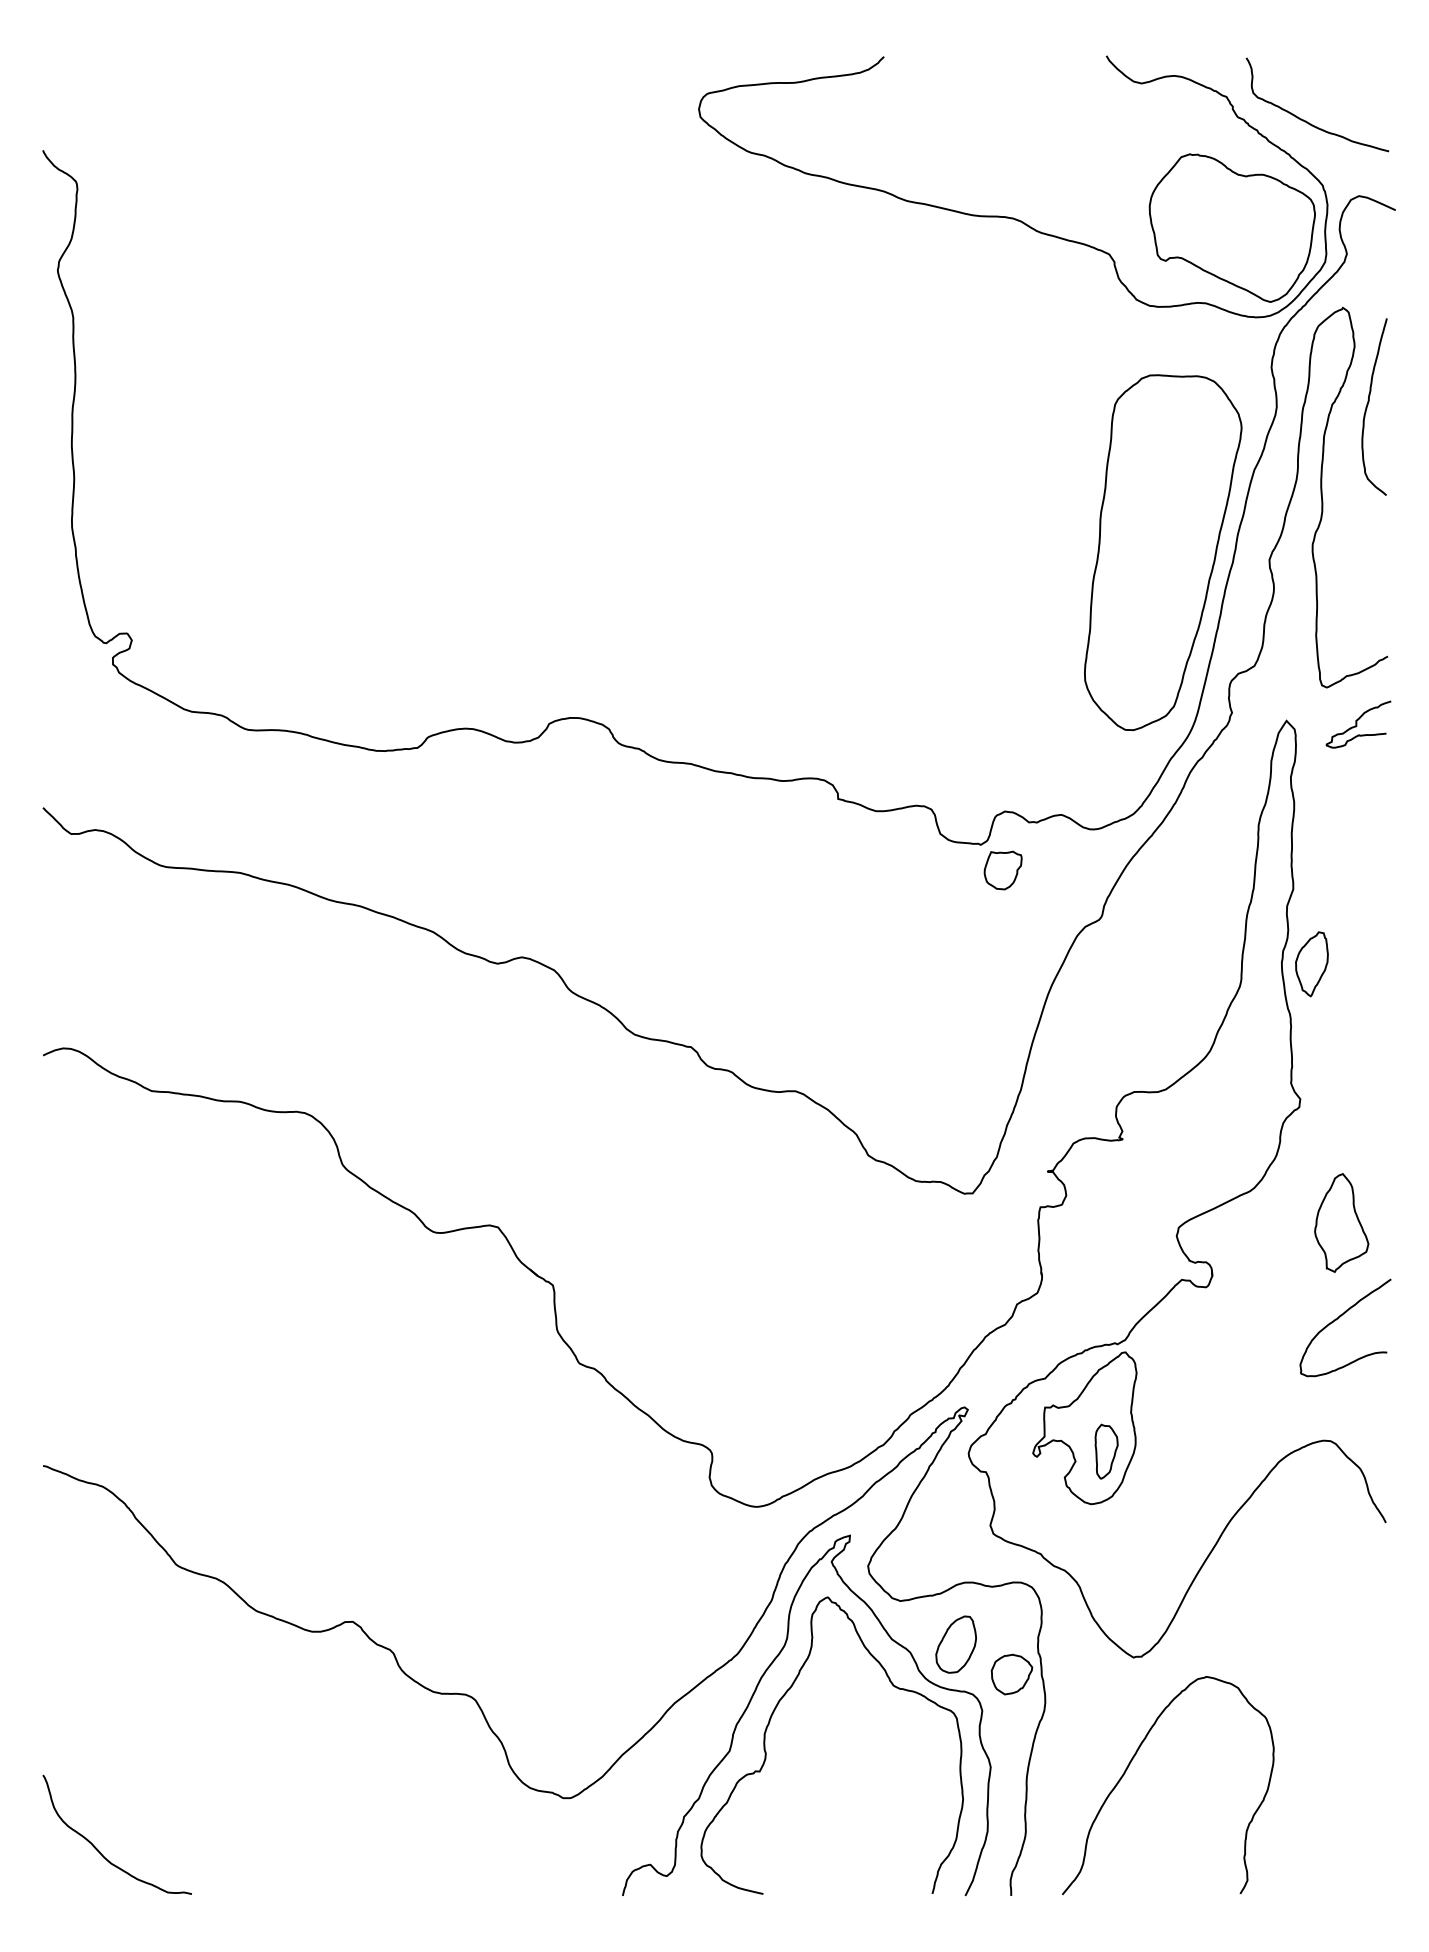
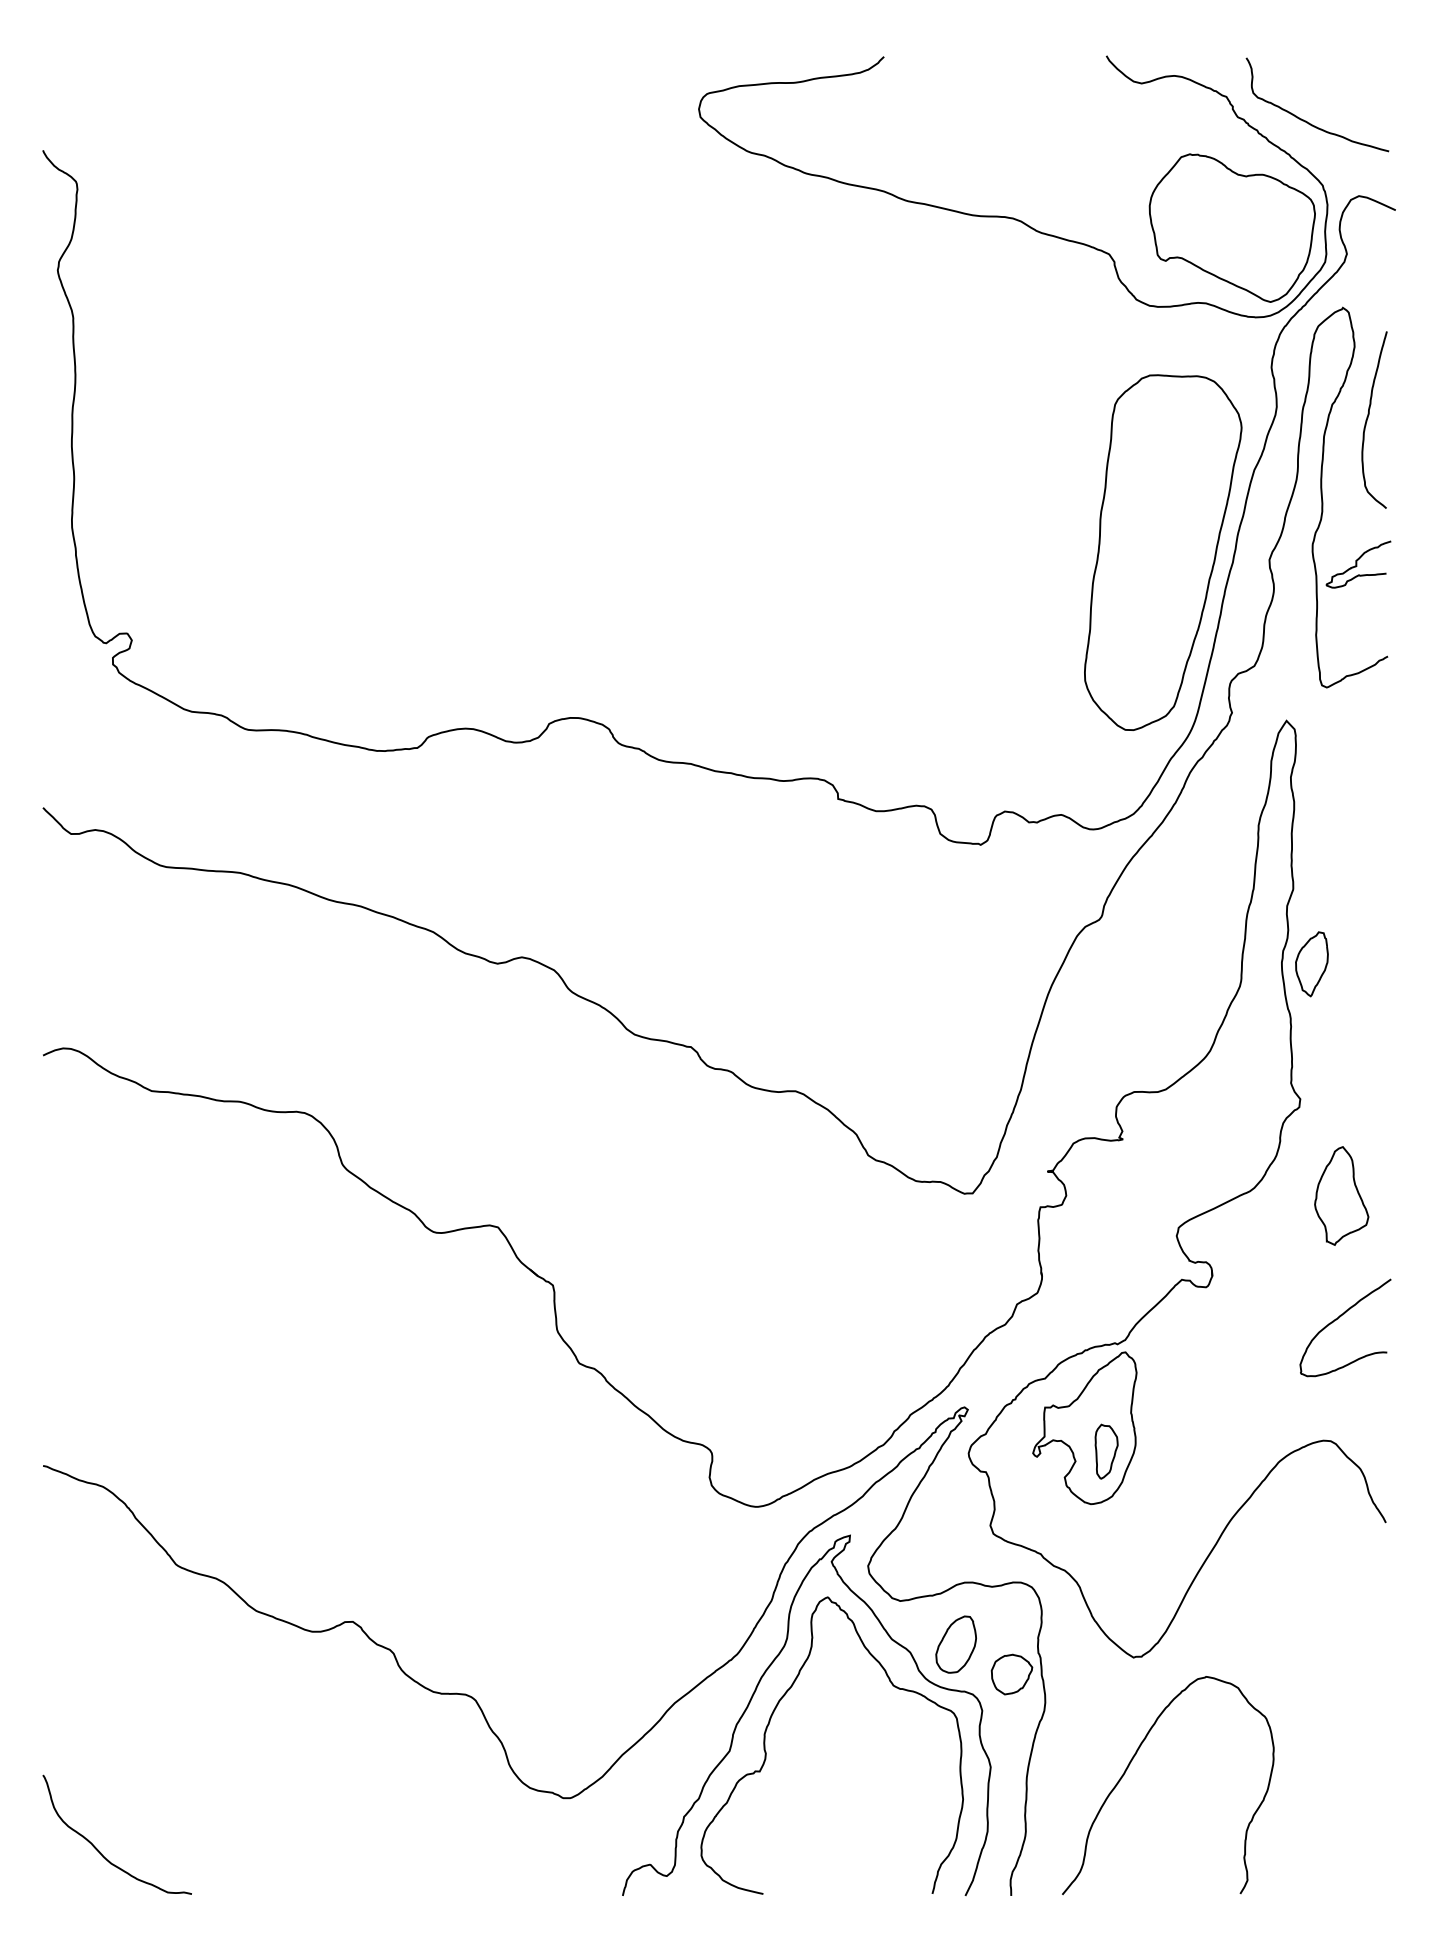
curve at (1368, 405) position: (1368, 405) -> (1368, 418)
curve at (1357, 724) position: (1357, 724) -> (1357, 564)
part at (1002, 870): present -> none
part at (1341, 1222) position: (1341, 1222) -> (1341, 1195)
